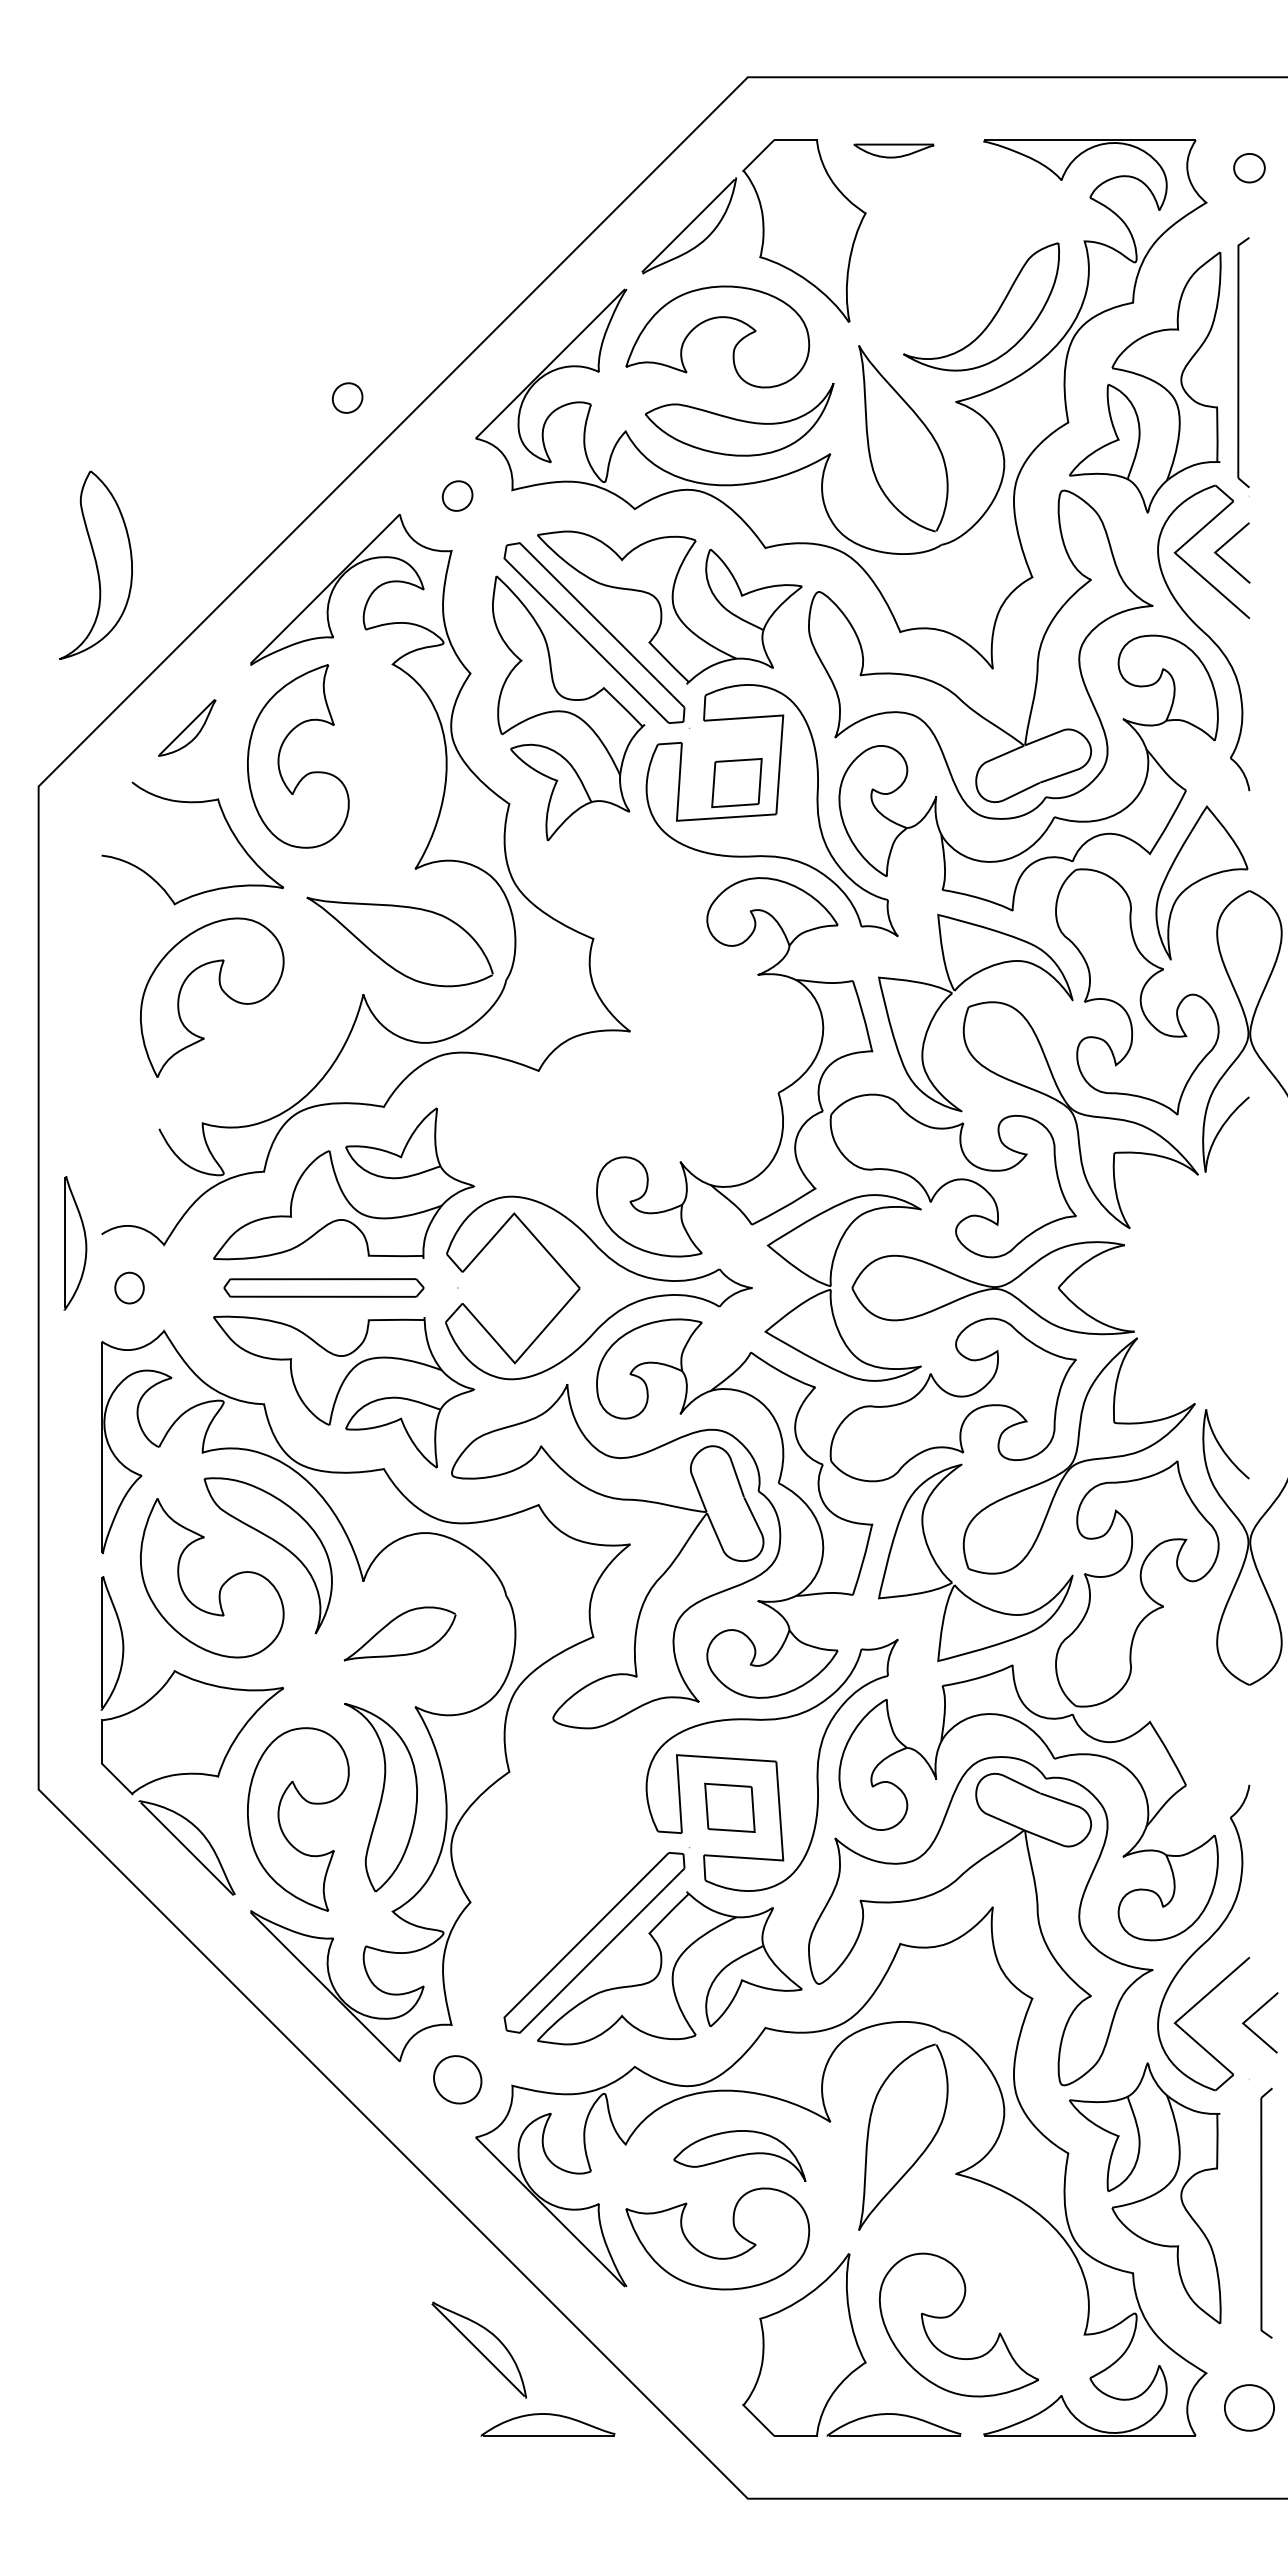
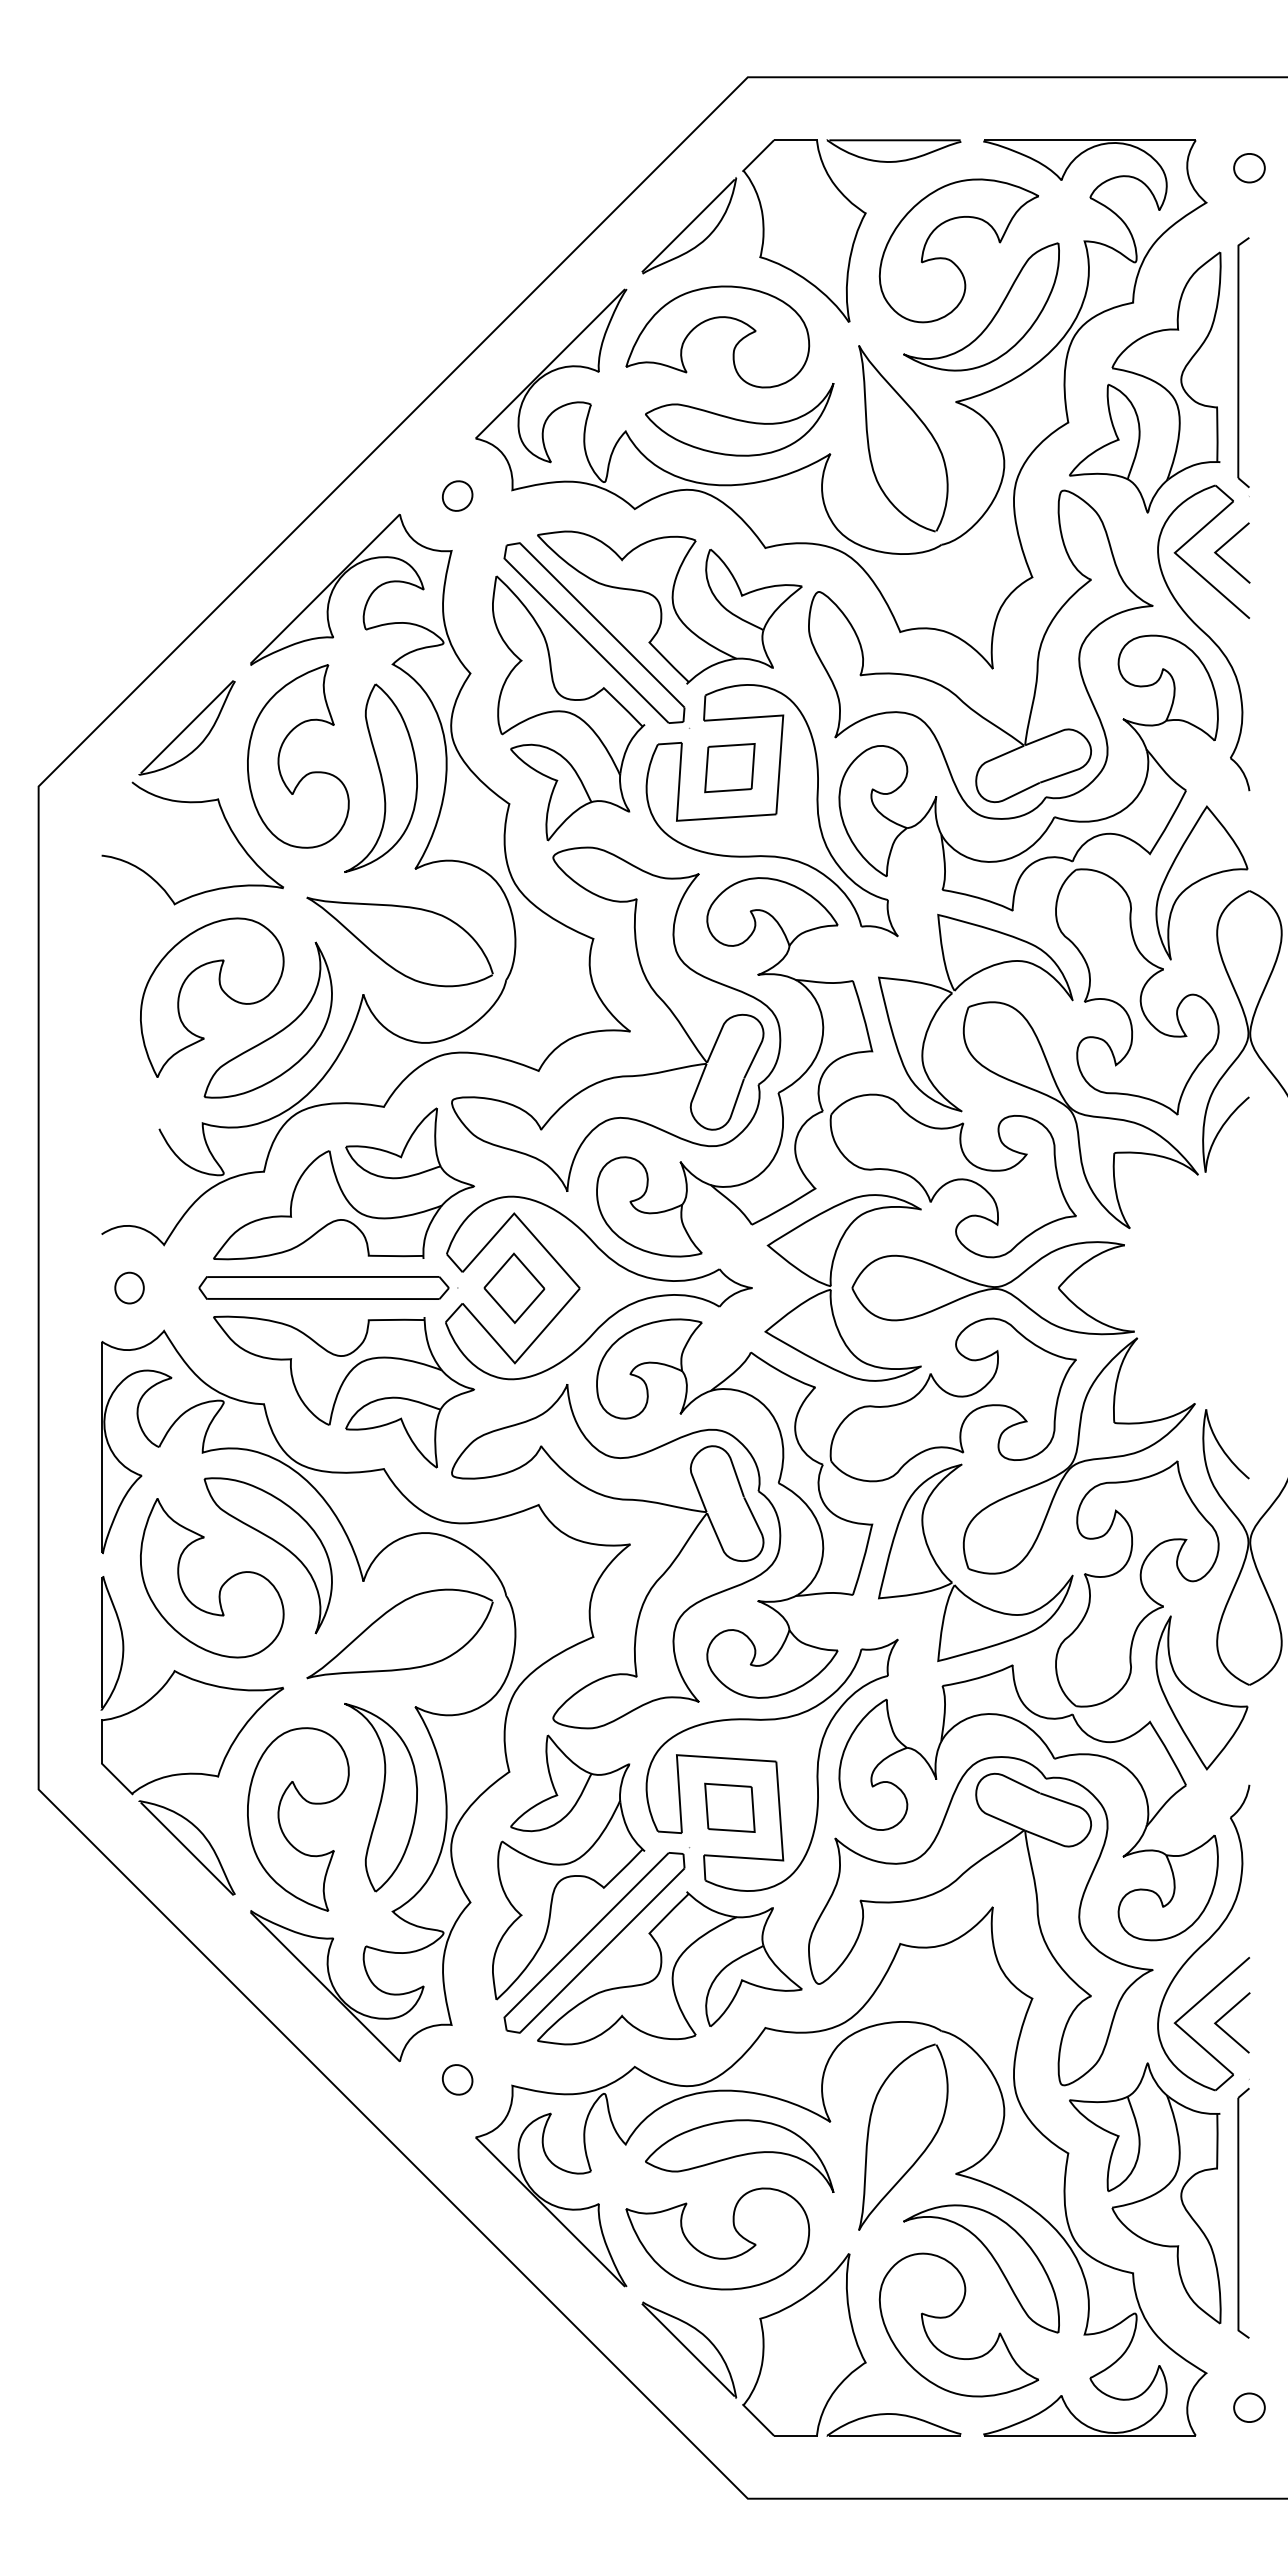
part at (893, 150) size: 82x16 px -> 136x24 px
part at (952, 260): none -> present
part at (347, 397): present -> none
part at (95, 564) position: (95, 564) -> (380, 777)
part at (187, 727) size: 59x58 px -> 98x96 px
part at (736, 783) position: (736, 783) -> (729, 768)
part at (651, 989): none -> present
part at (275, 1033): none -> present
part at (75, 1243): present -> none
part at (323, 1287) size: 202x20 px -> 252x24 px
part at (514, 1287): none -> present
part at (399, 1633) size: 114x56 px -> 188x92 px
part at (1201, 1692): none -> present
part at (568, 1867): none -> present
curve at (1253, 2015) position: (1253, 2015) -> (1225, 2015)
part at (457, 2079) size: 50x50 px -> 33x32 px
part at (739, 2155) size: 134x52 px -> 190x74 px
part at (1266, 2212) position: (1266, 2212) -> (1243, 2212)
part at (994, 2261): none -> present
part at (479, 2349) position: (479, 2349) -> (689, 2349)
part at (1249, 2407) size: 51x48 px -> 33x31 px
part at (547, 2424): present -> none
